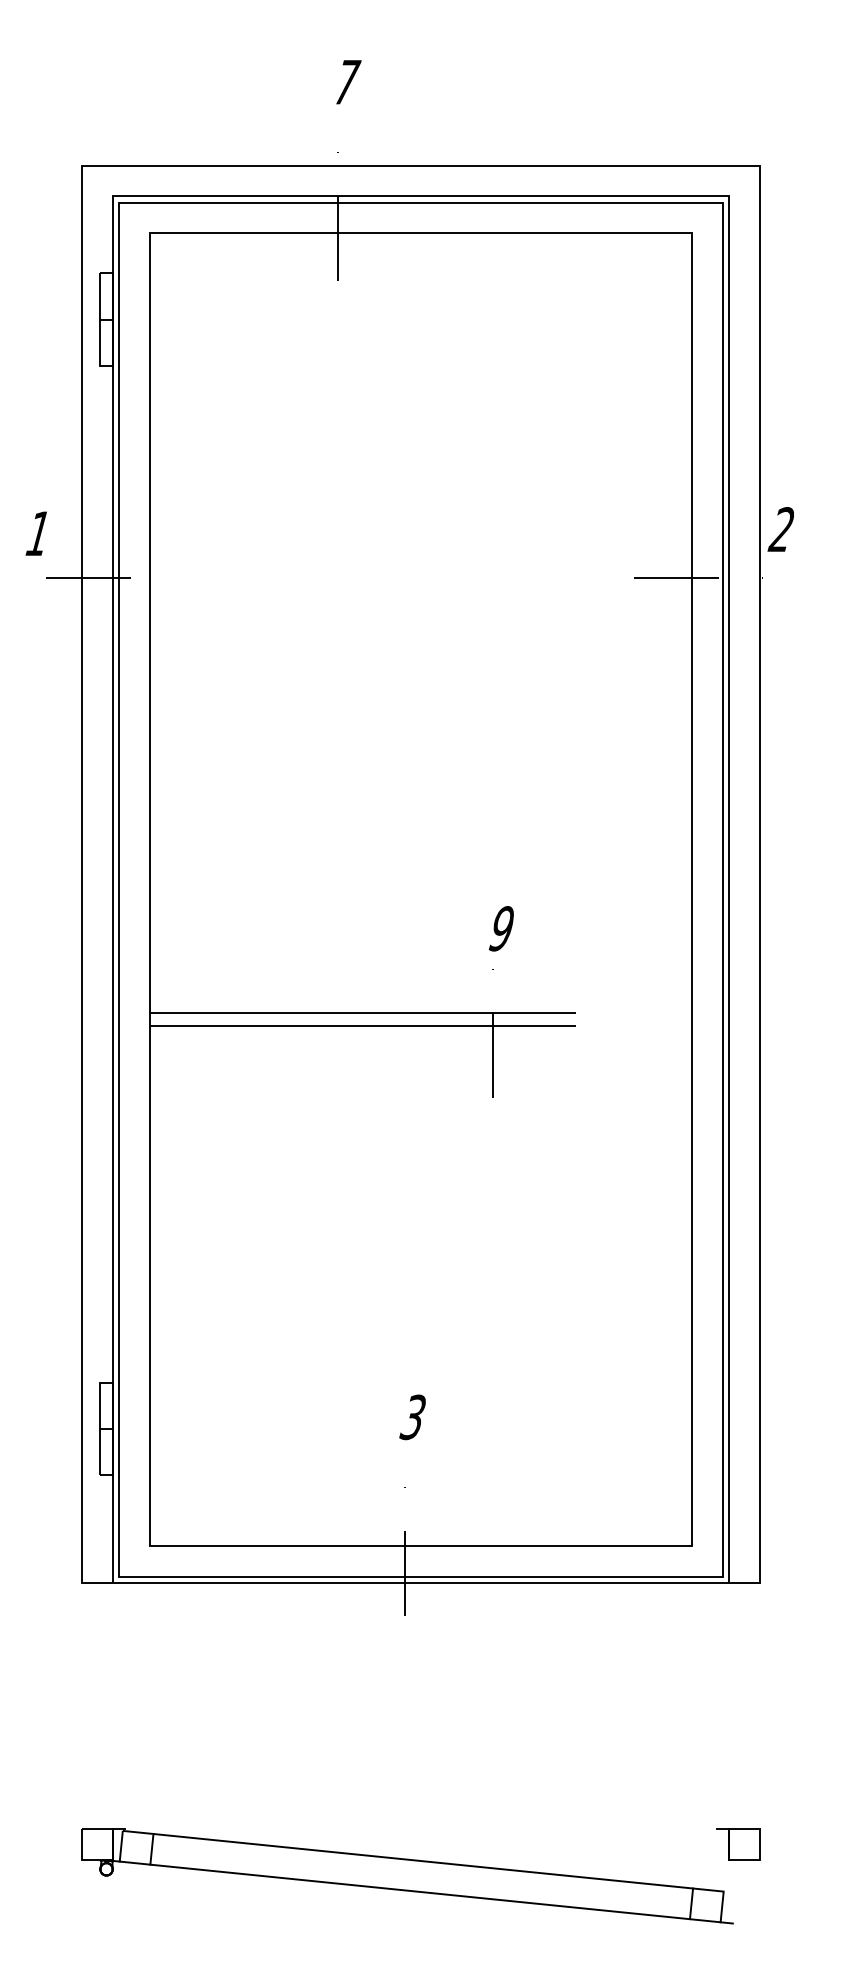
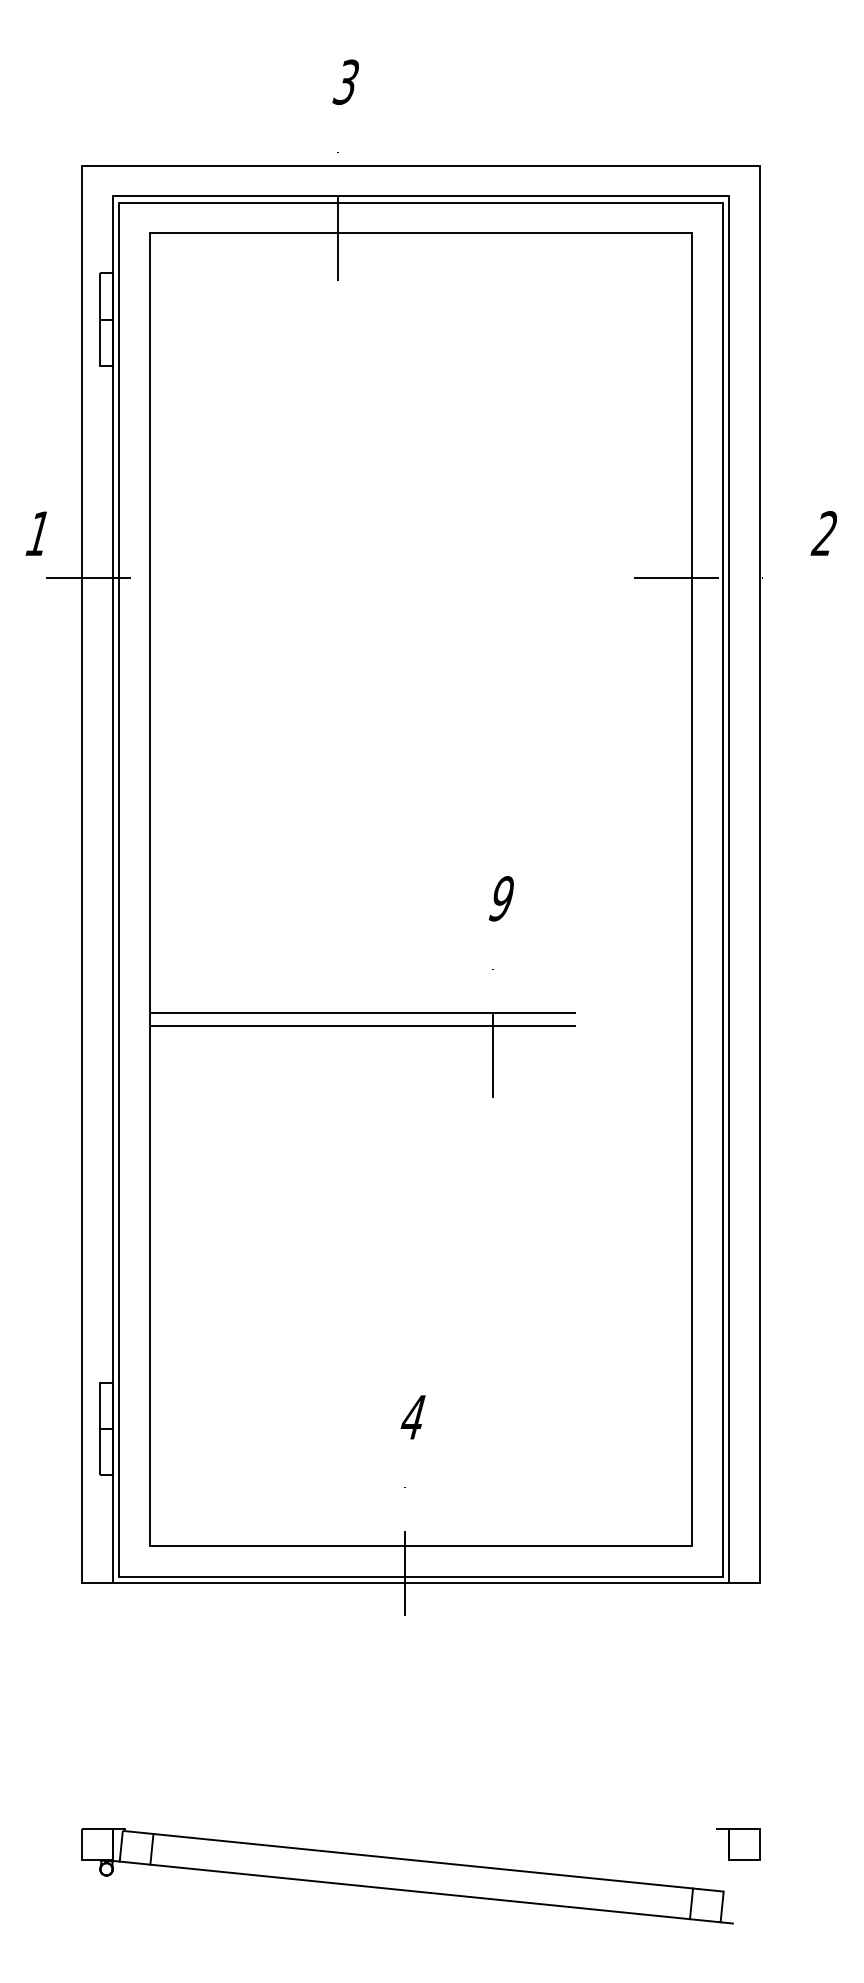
text at (346, 82): 7 -> 3
text at (780, 529) position: (780, 529) -> (823, 533)
text at (500, 928) position: (500, 928) -> (500, 898)
text at (412, 1417): 3 -> 4
